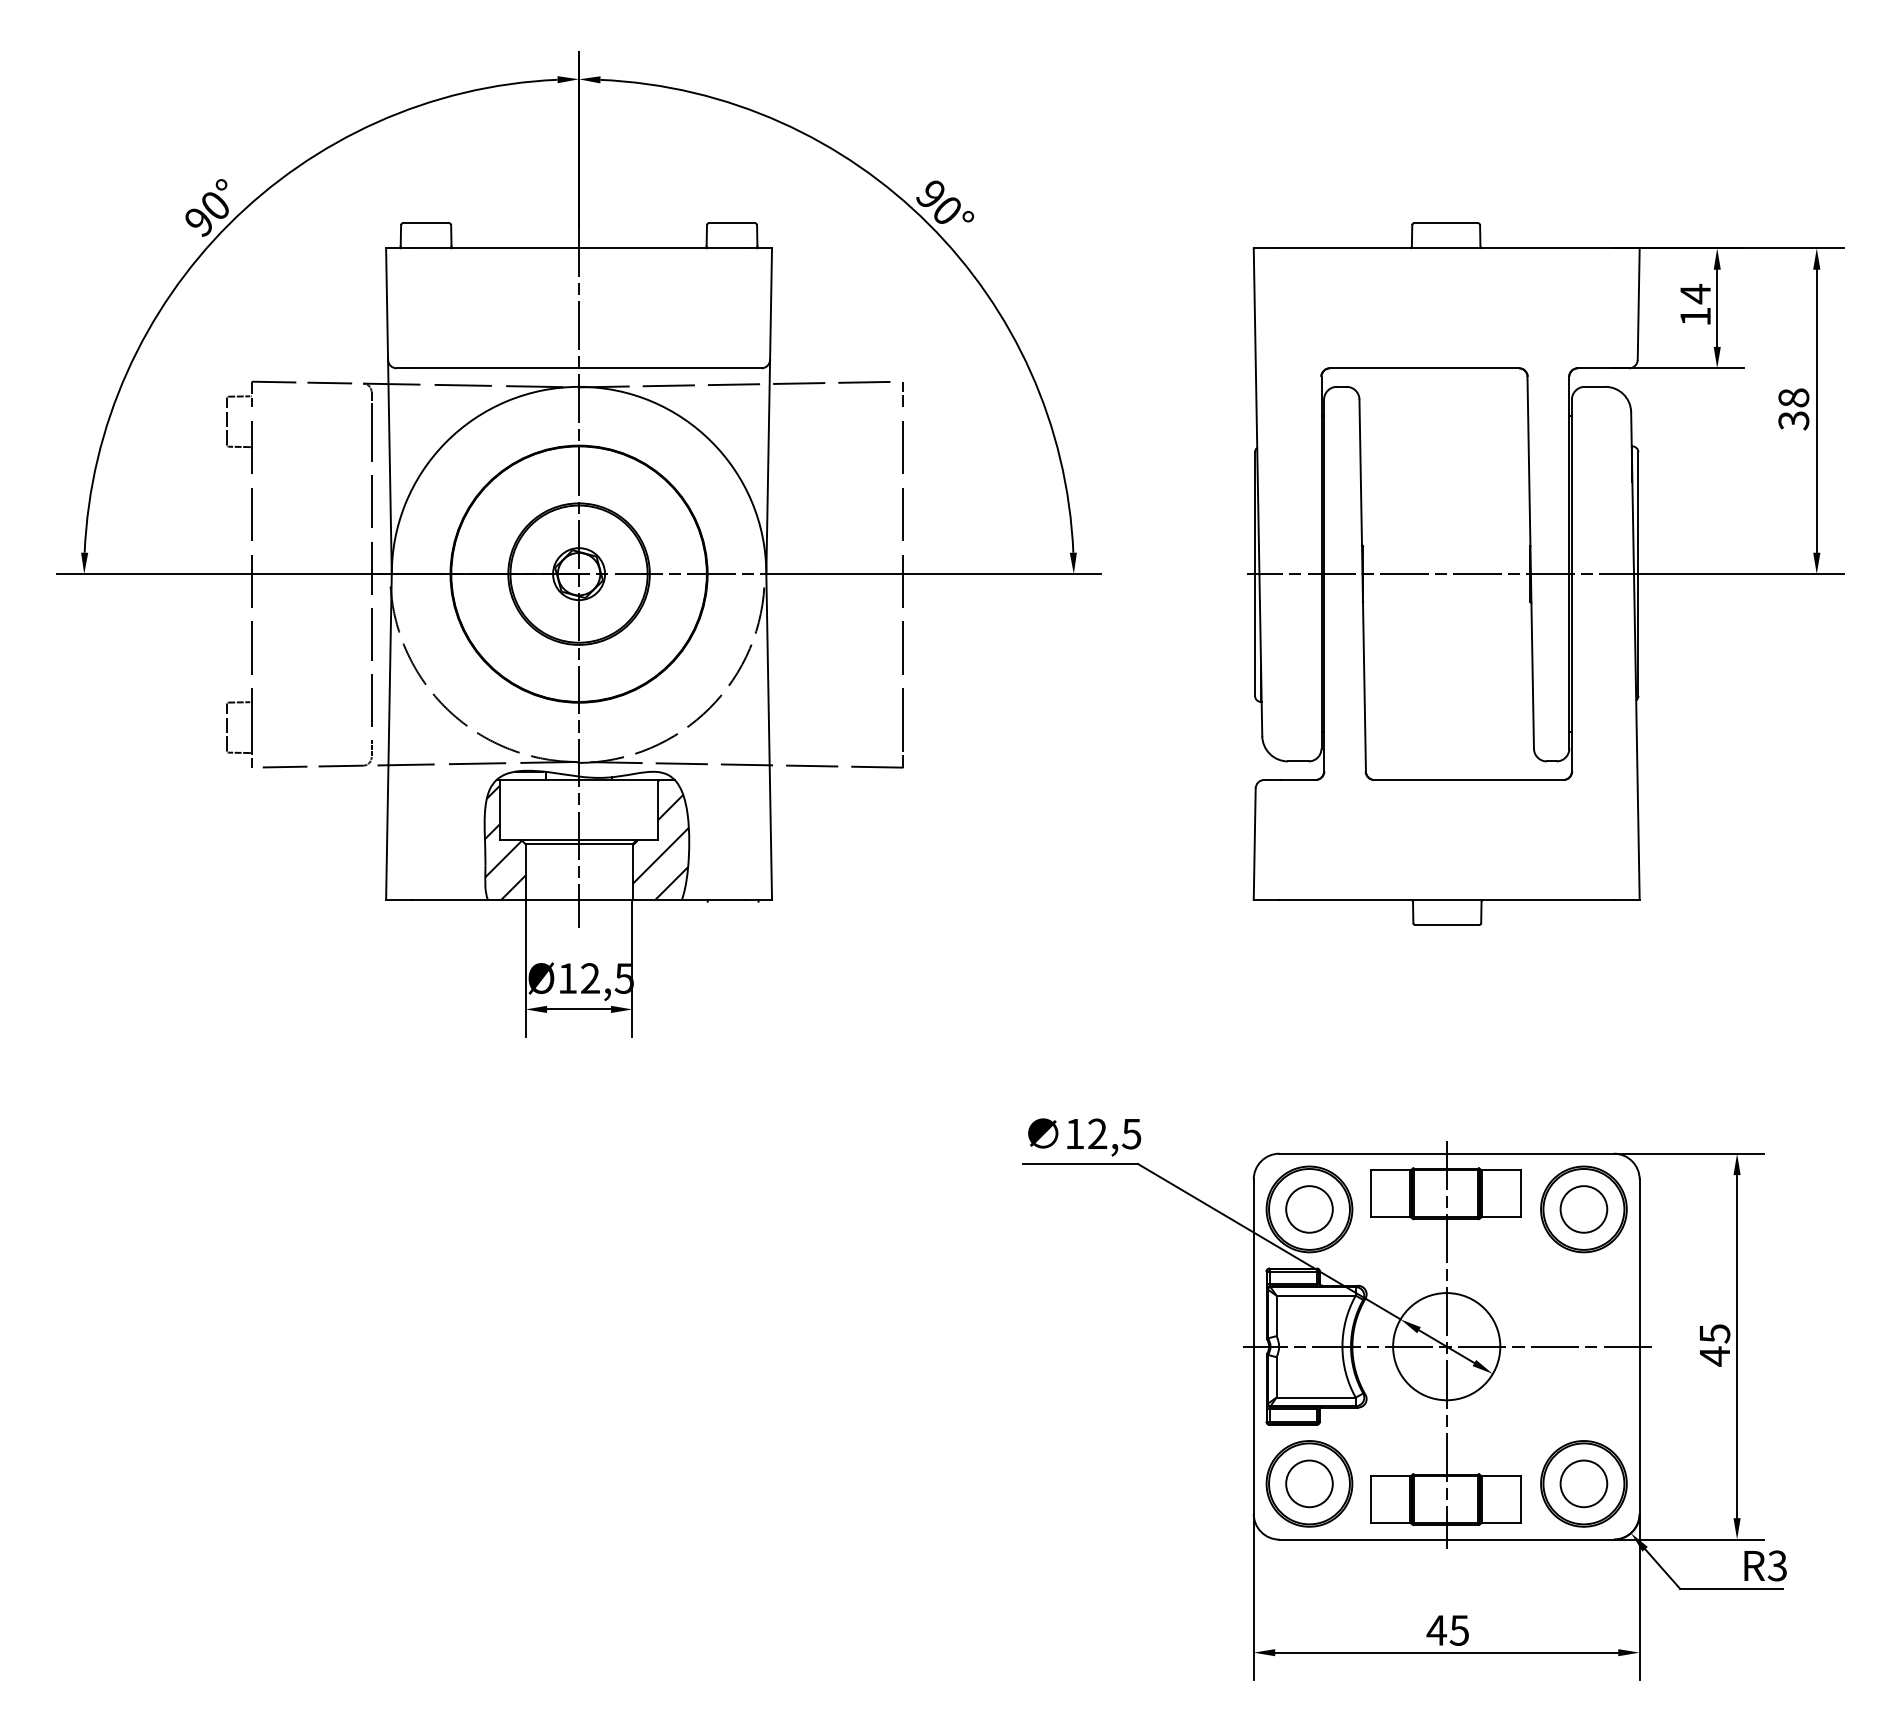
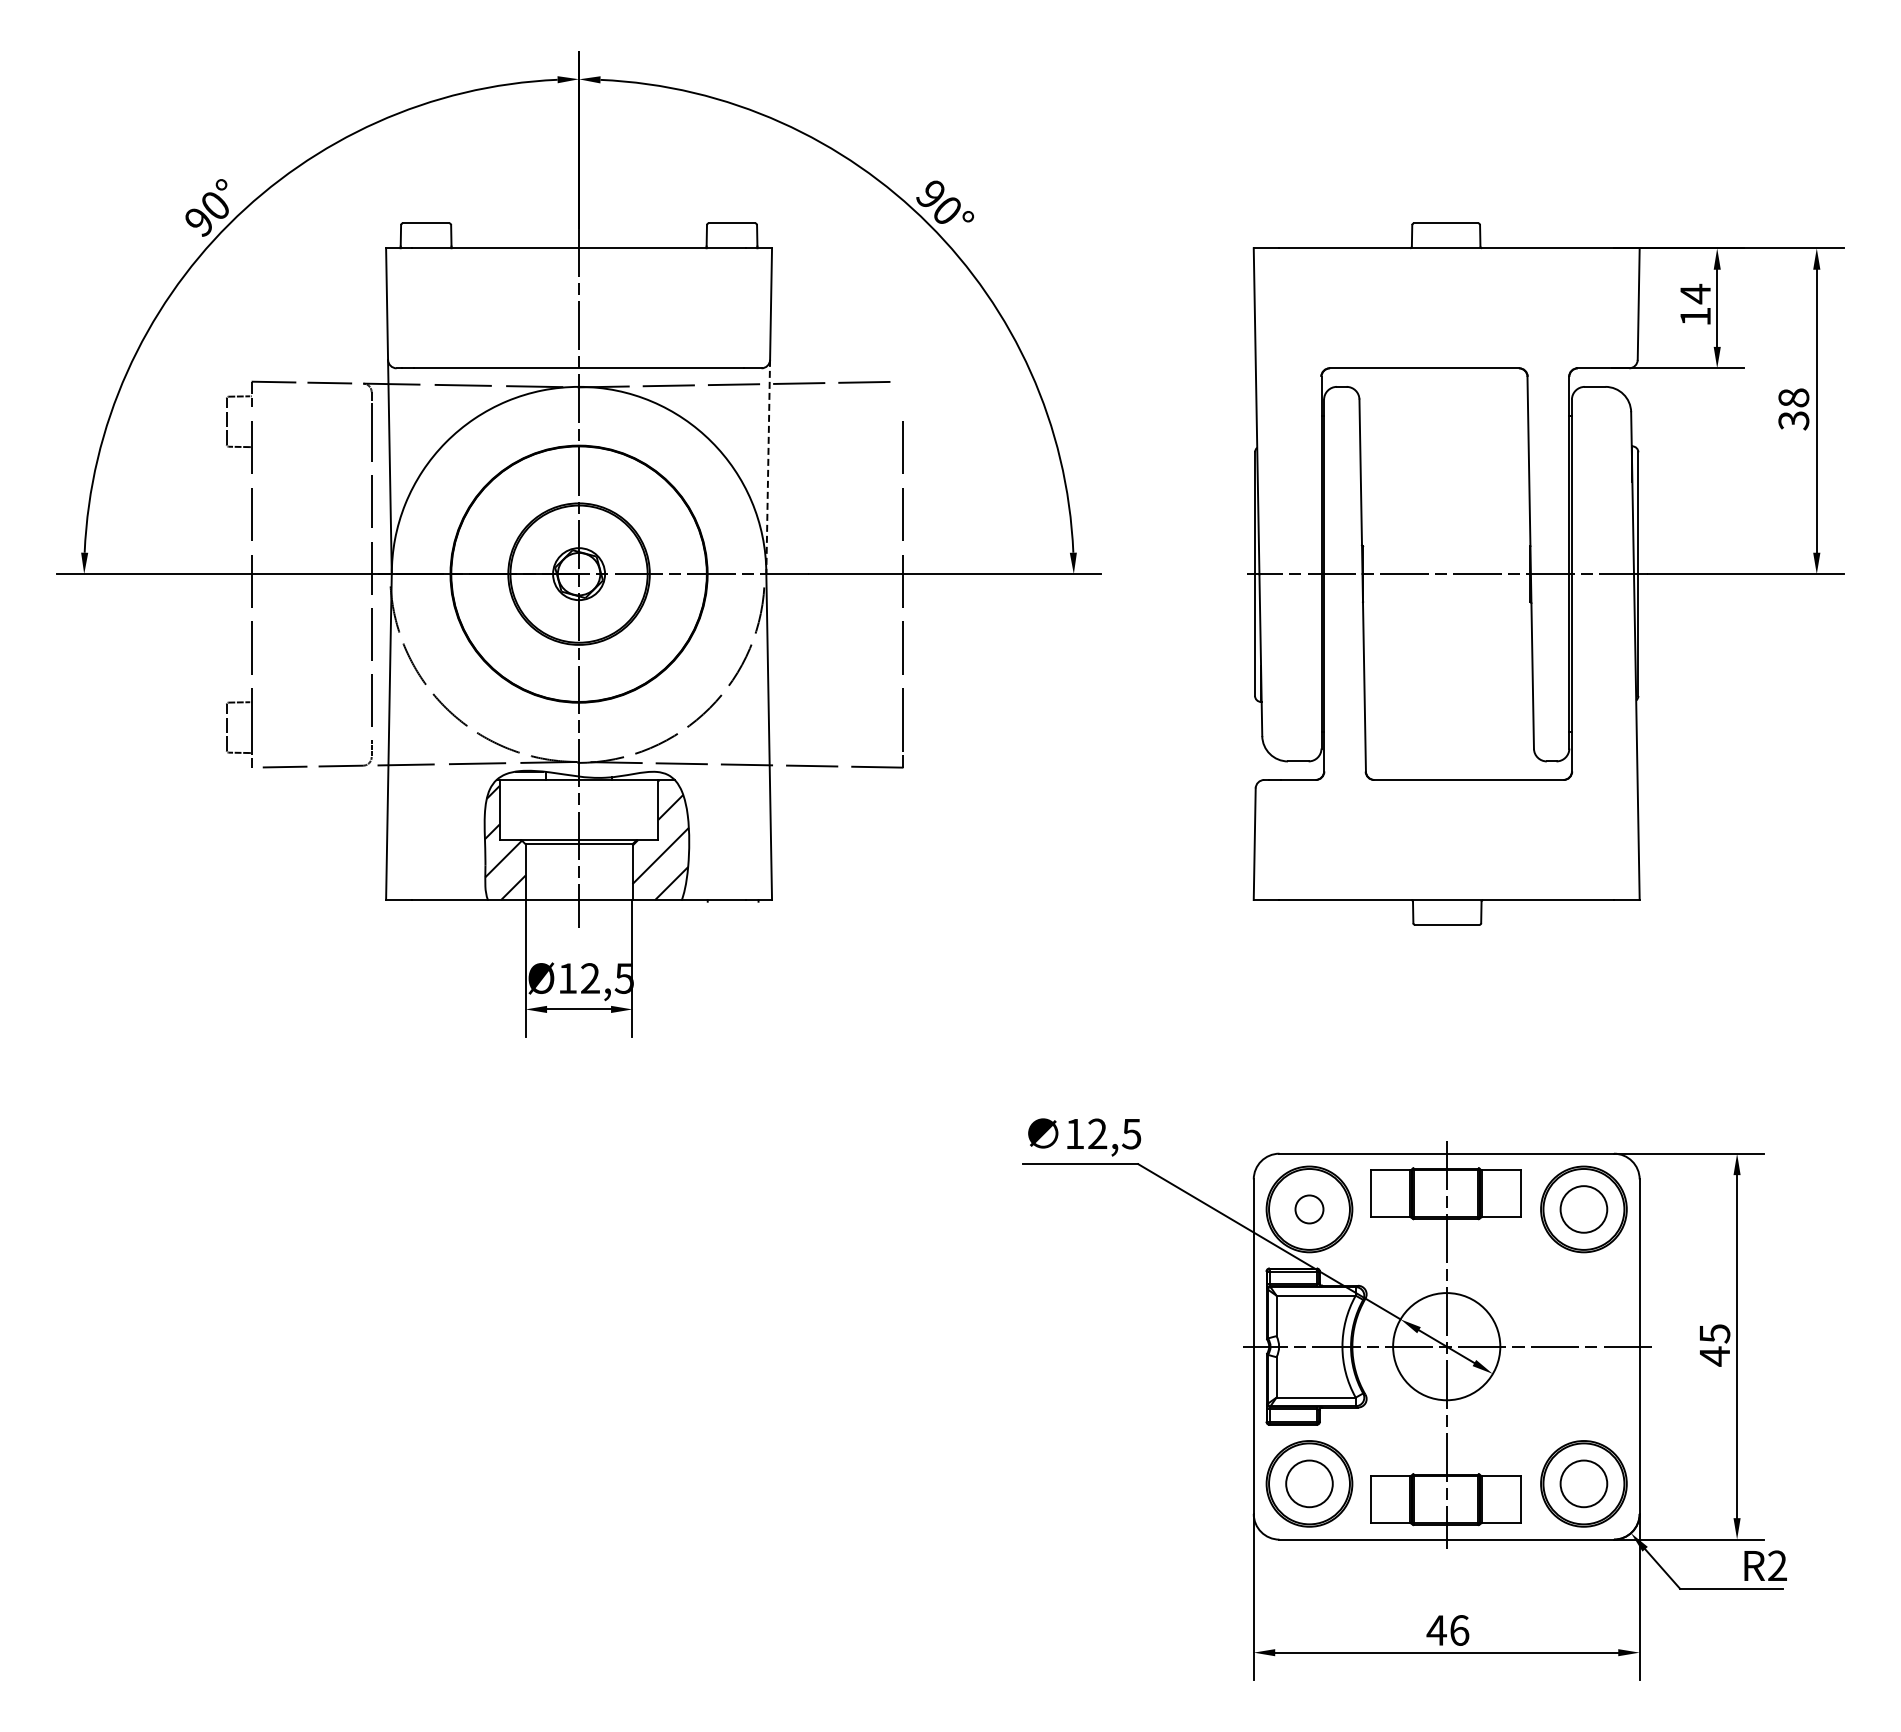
line at (902, 395): present -> none
line at (768, 467): solid -> dashed
circle at (1309, 1209) size: 49x49 px -> 31x31 px
text at (1776, 1566): R3 -> R2
text at (1459, 1630): 45 -> 46
